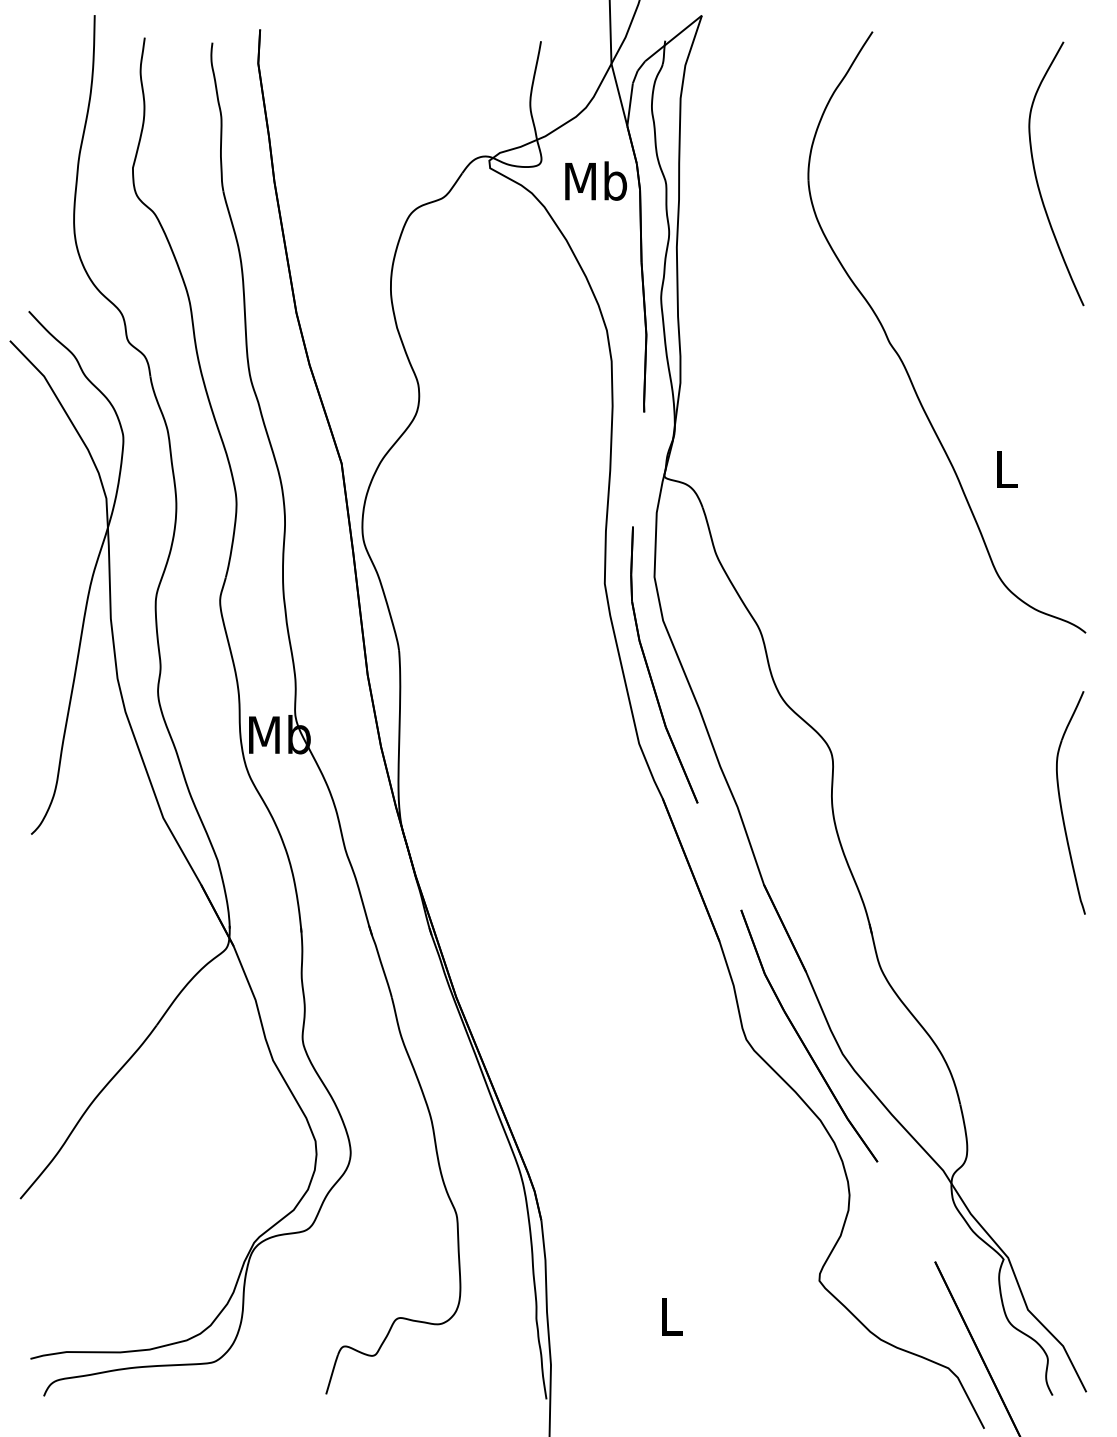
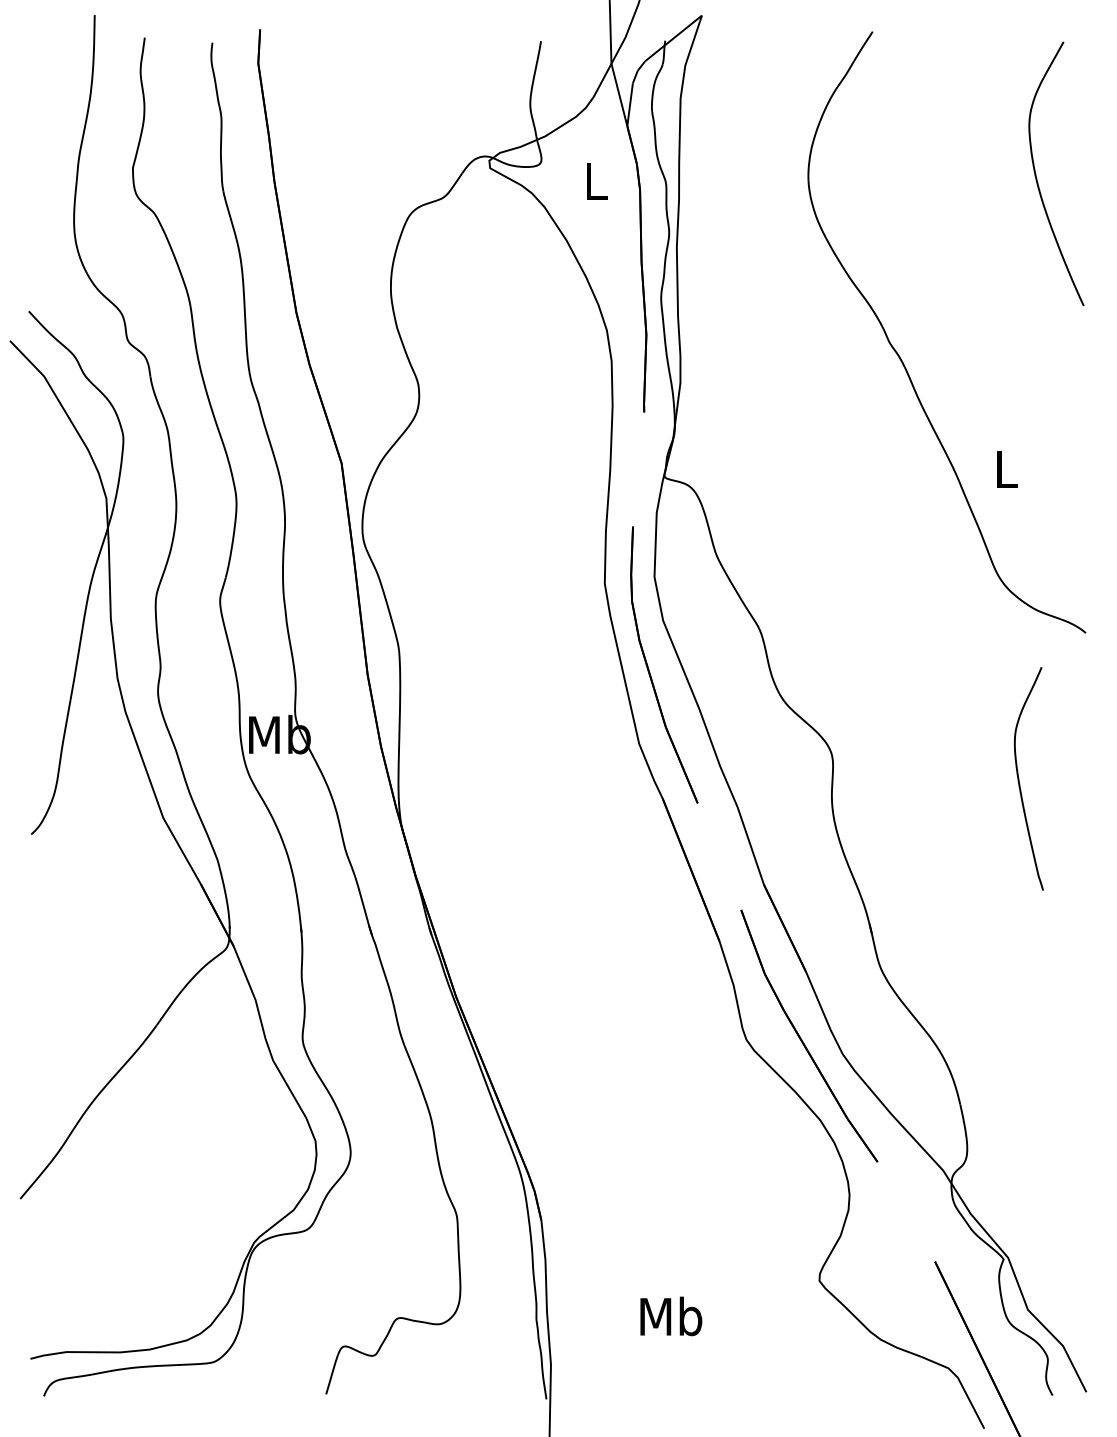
text at (596, 180): Mb -> L
part at (1061, 802) position: (1061, 802) -> (1019, 778)
text at (671, 1316): L -> Mb
